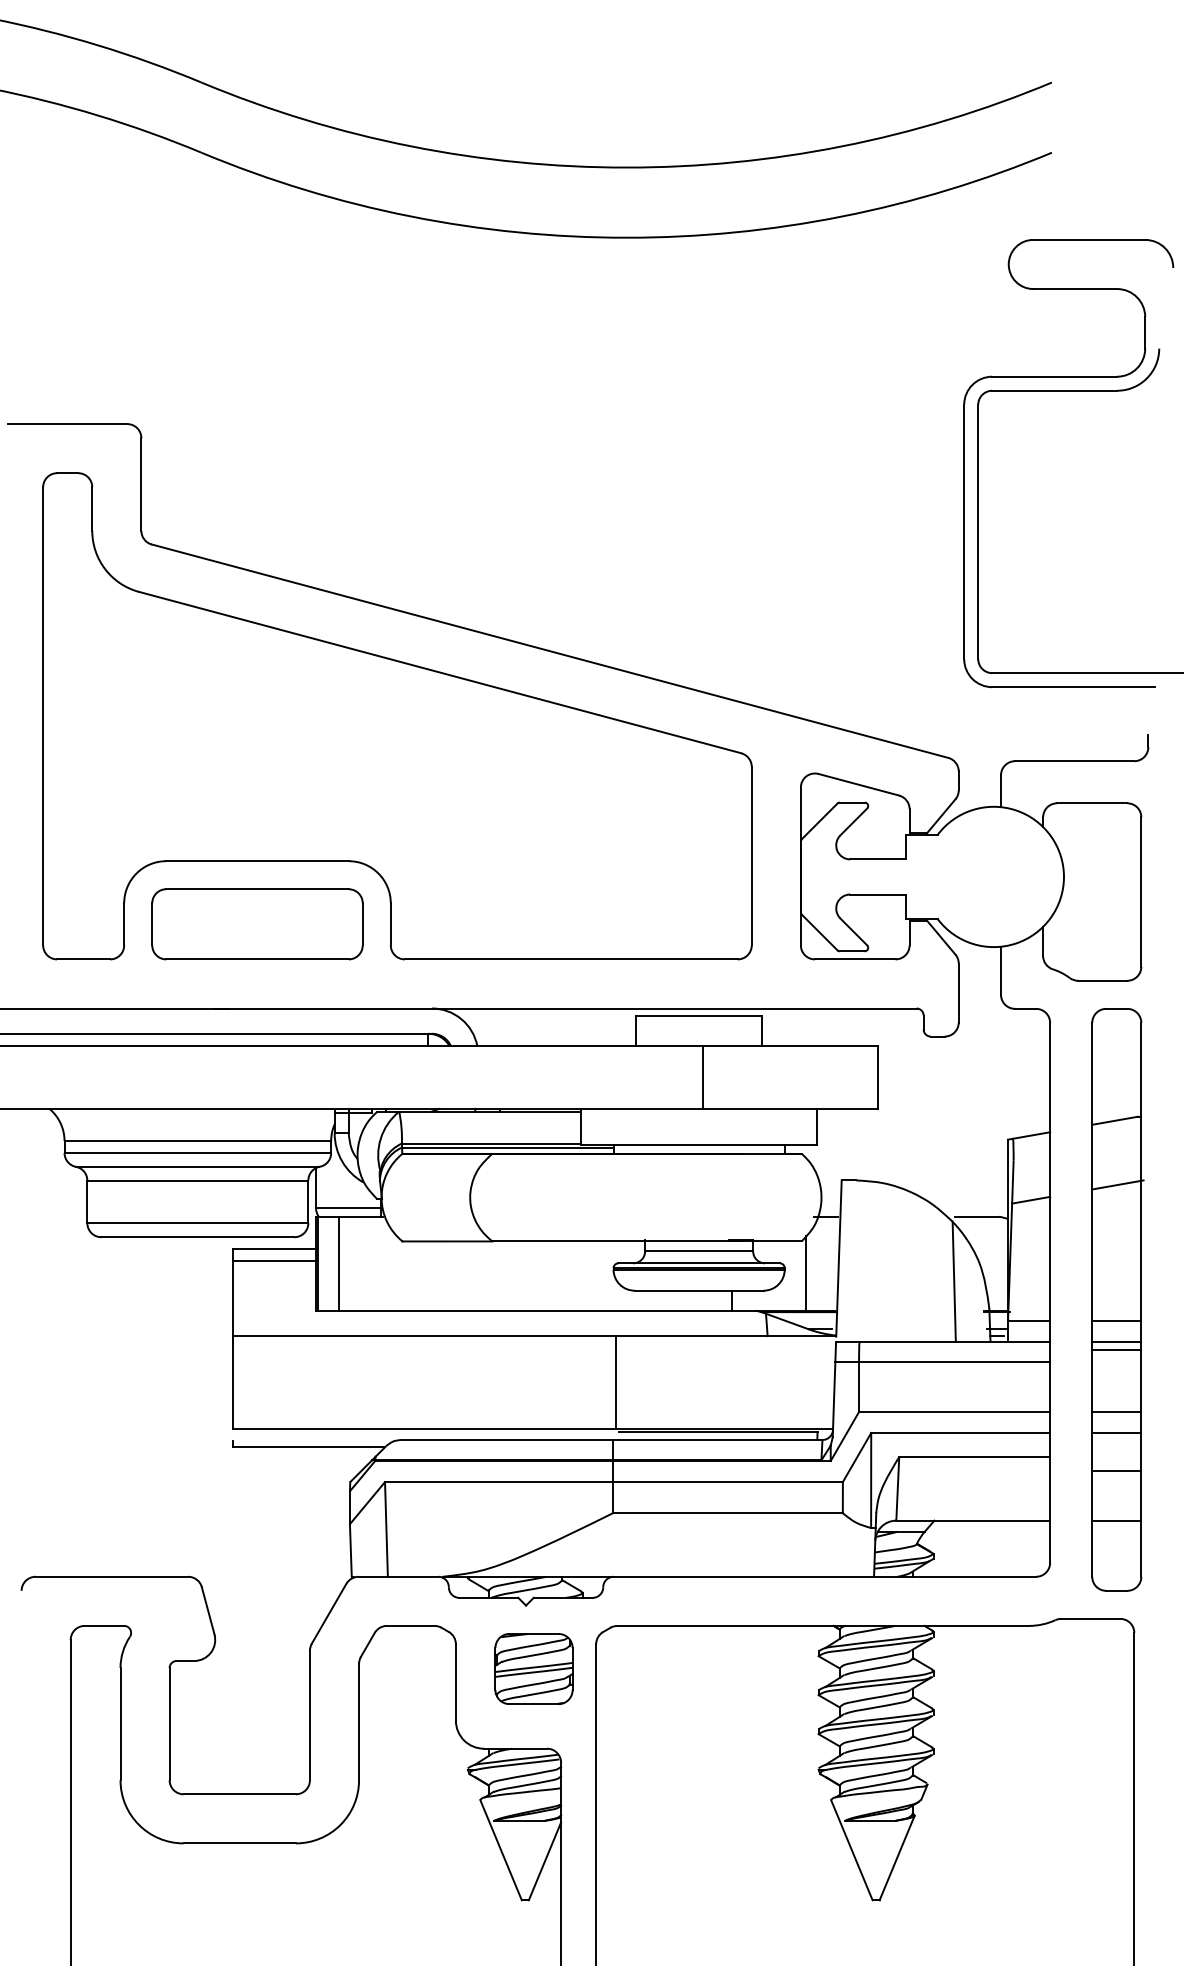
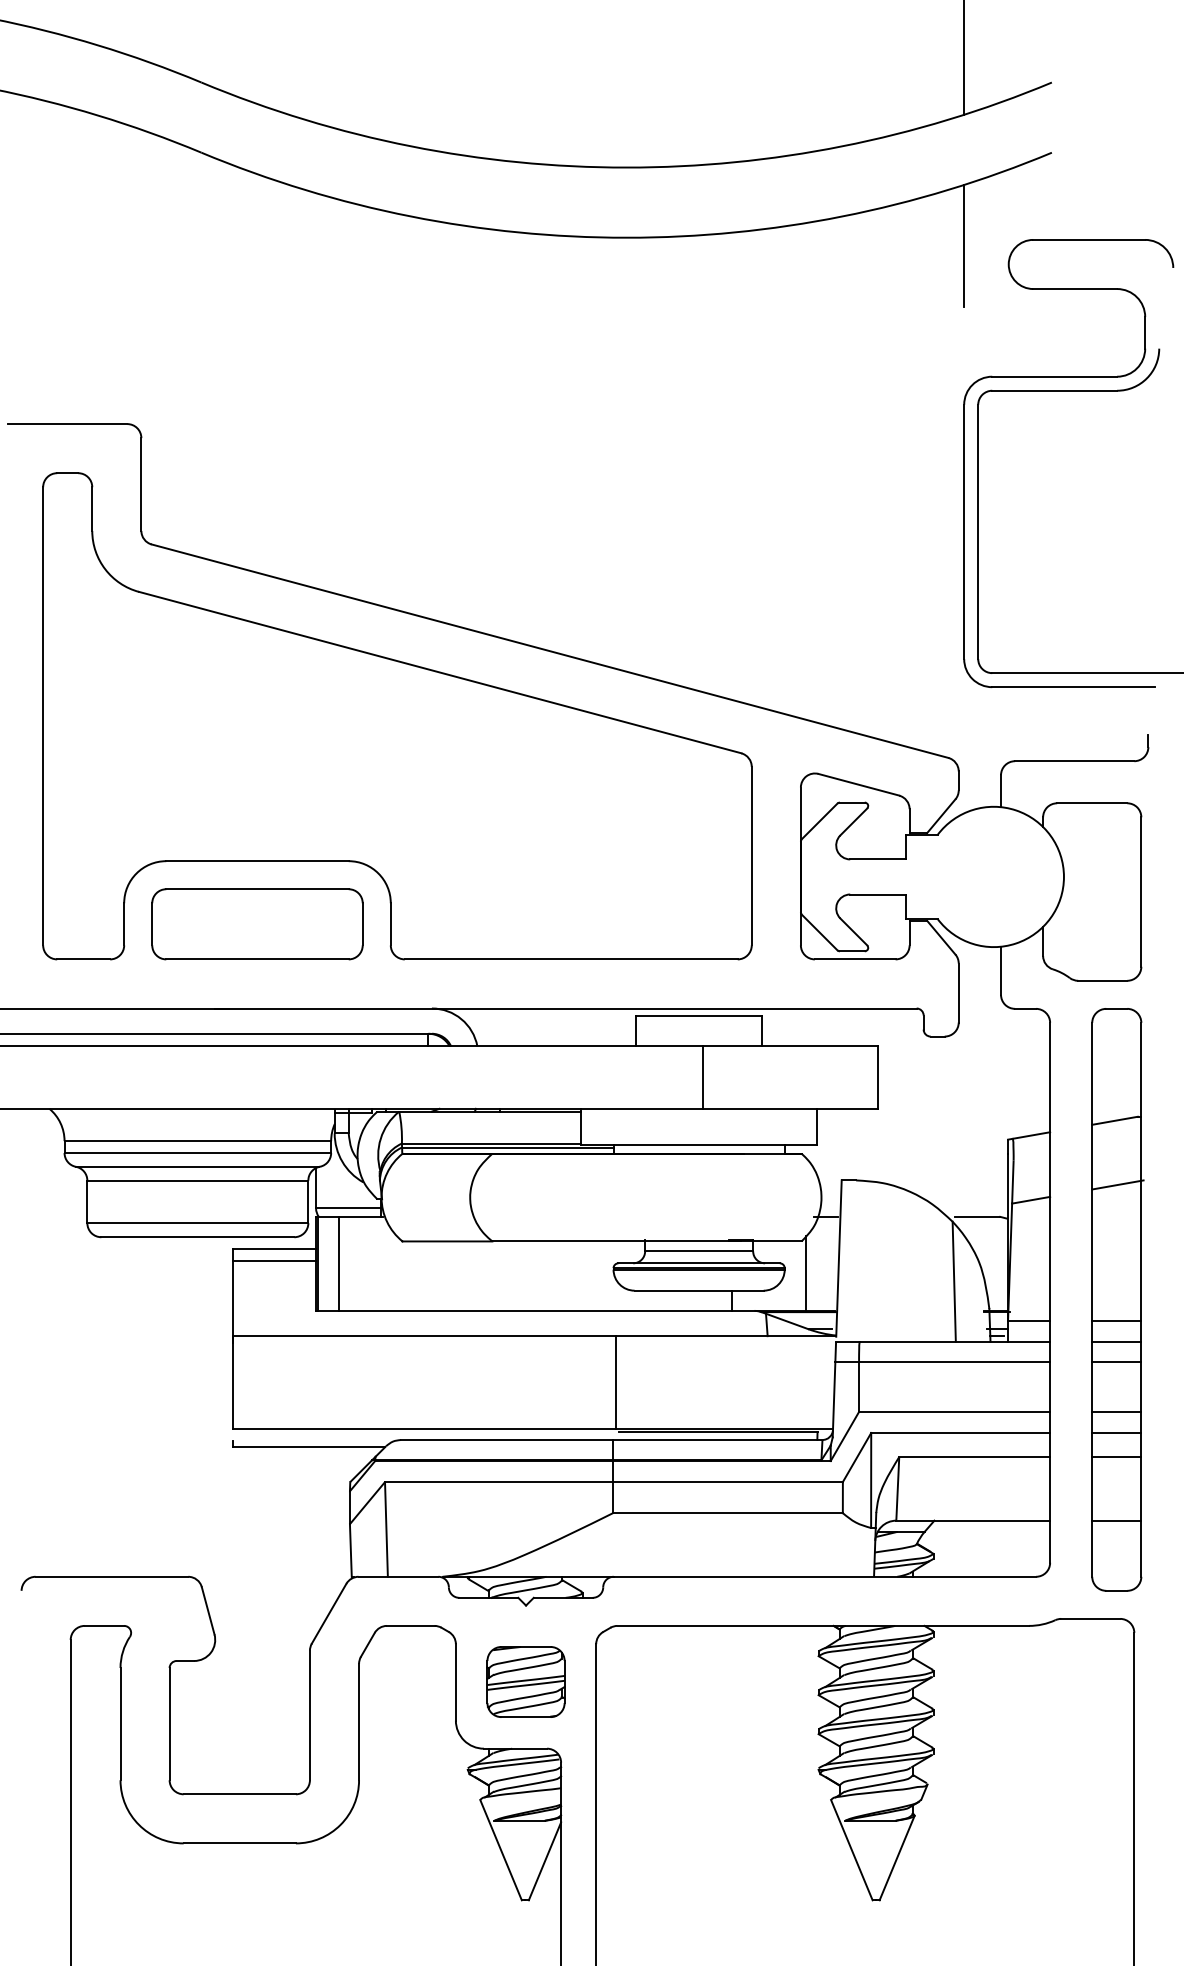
line at (964, 58): none -> present
line at (964, 245): none -> present
line at (1116, 1350) position: (1116, 1350) -> (1116, 1362)
line at (1116, 1471) position: (1116, 1471) -> (1116, 1457)
part at (533, 1668) position: (533, 1668) -> (525, 1681)
